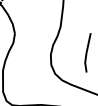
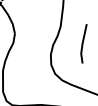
line at (87, 52) position: (87, 52) -> (83, 43)
